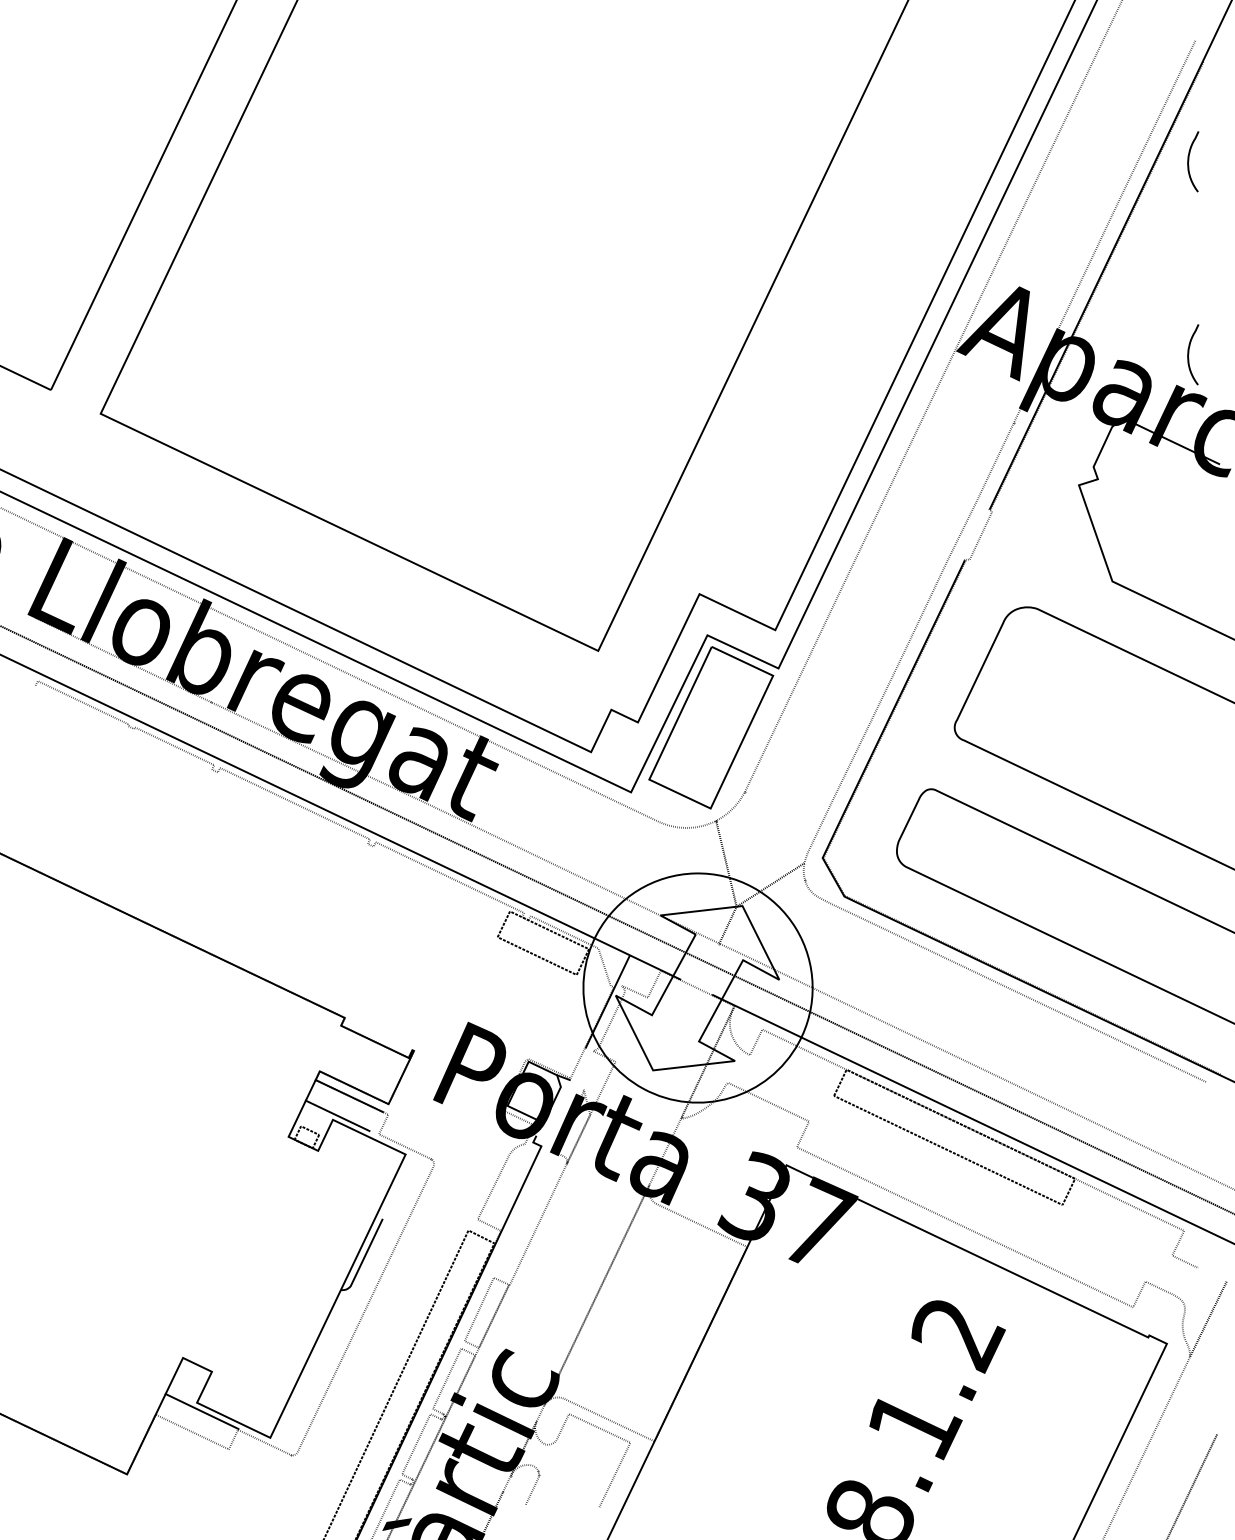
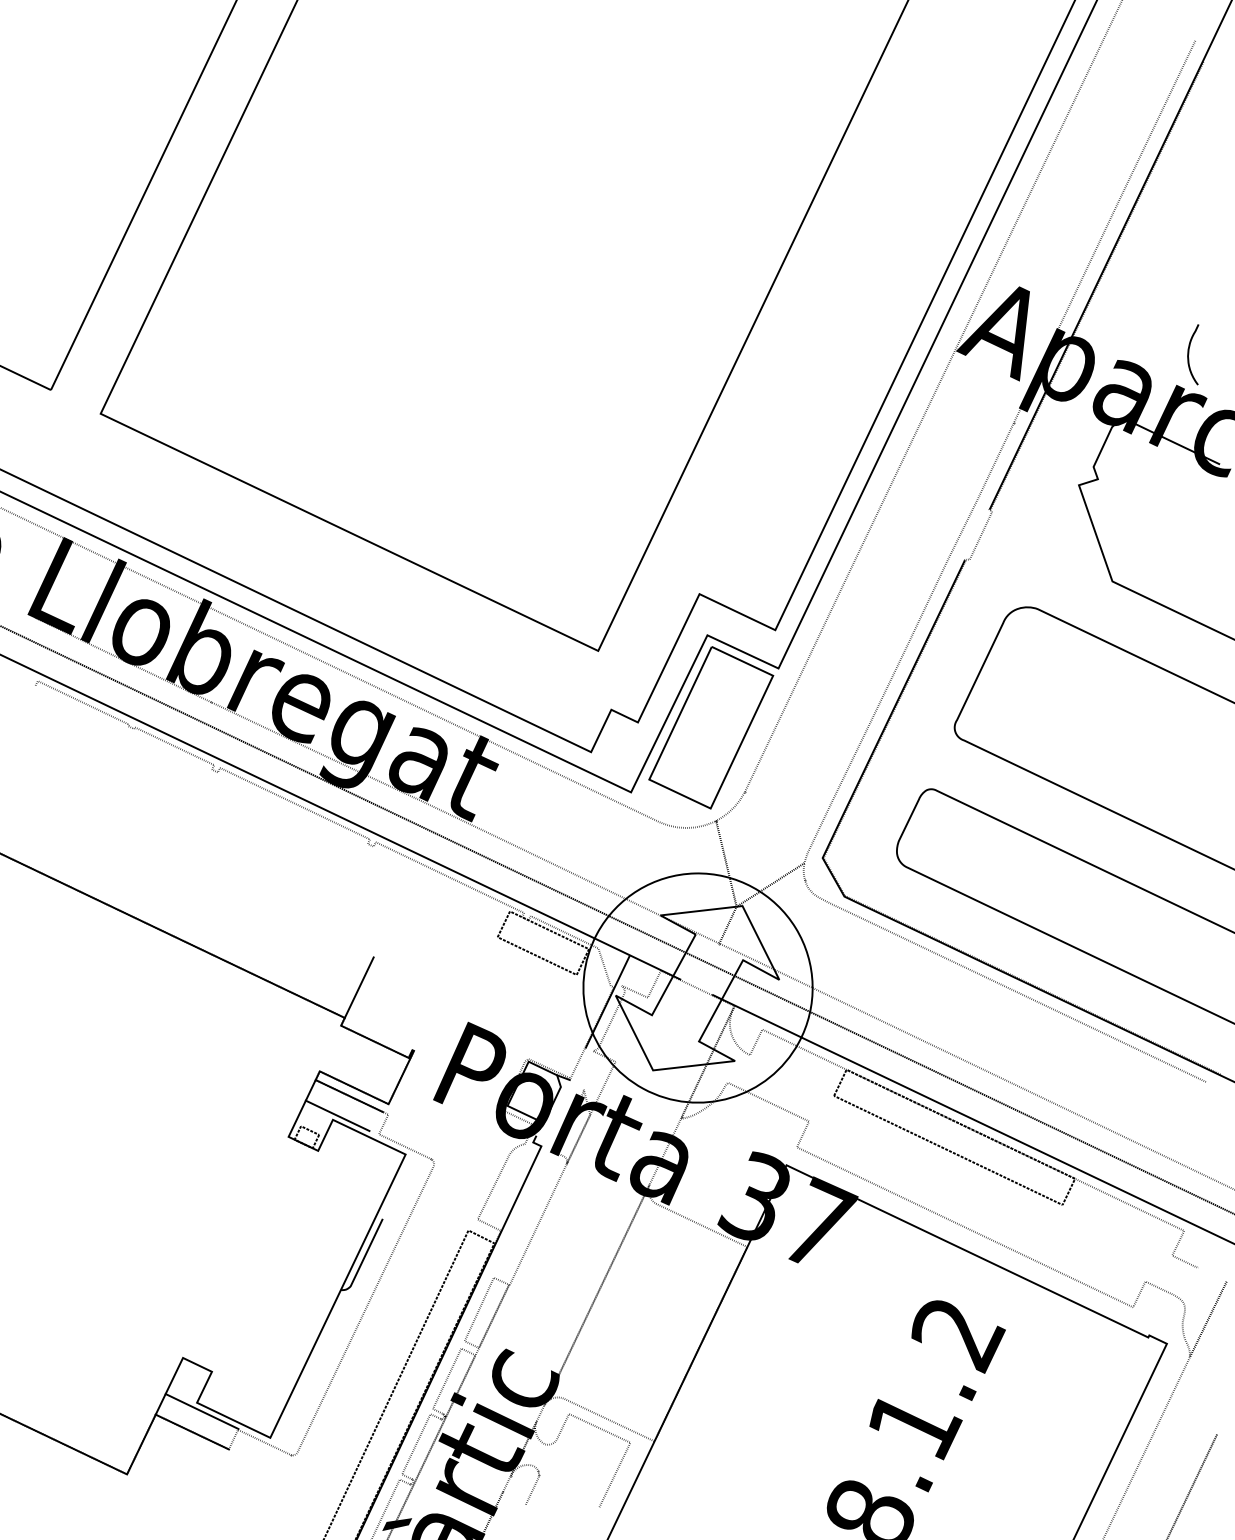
curve at (1189, 161): present -> none
line at (358, 987): none -> present
line at (191, 1431): none -> present
